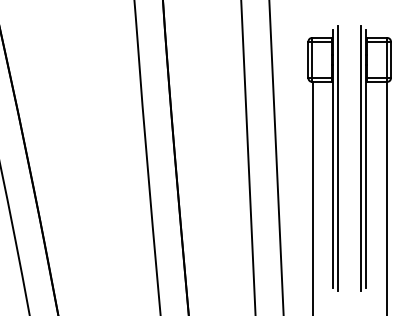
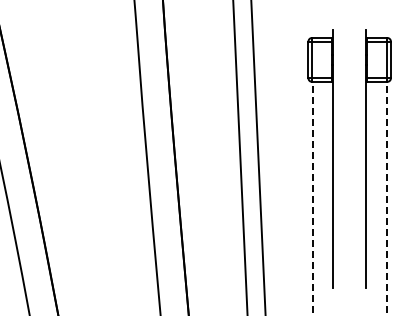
line at (248, 157) position: (248, 157) -> (240, 157)
line at (276, 157) position: (276, 157) -> (258, 157)
line at (338, 158): present -> none
line at (361, 158): present -> none
line at (312, 198): solid -> dashed
line at (386, 198): solid -> dashed
